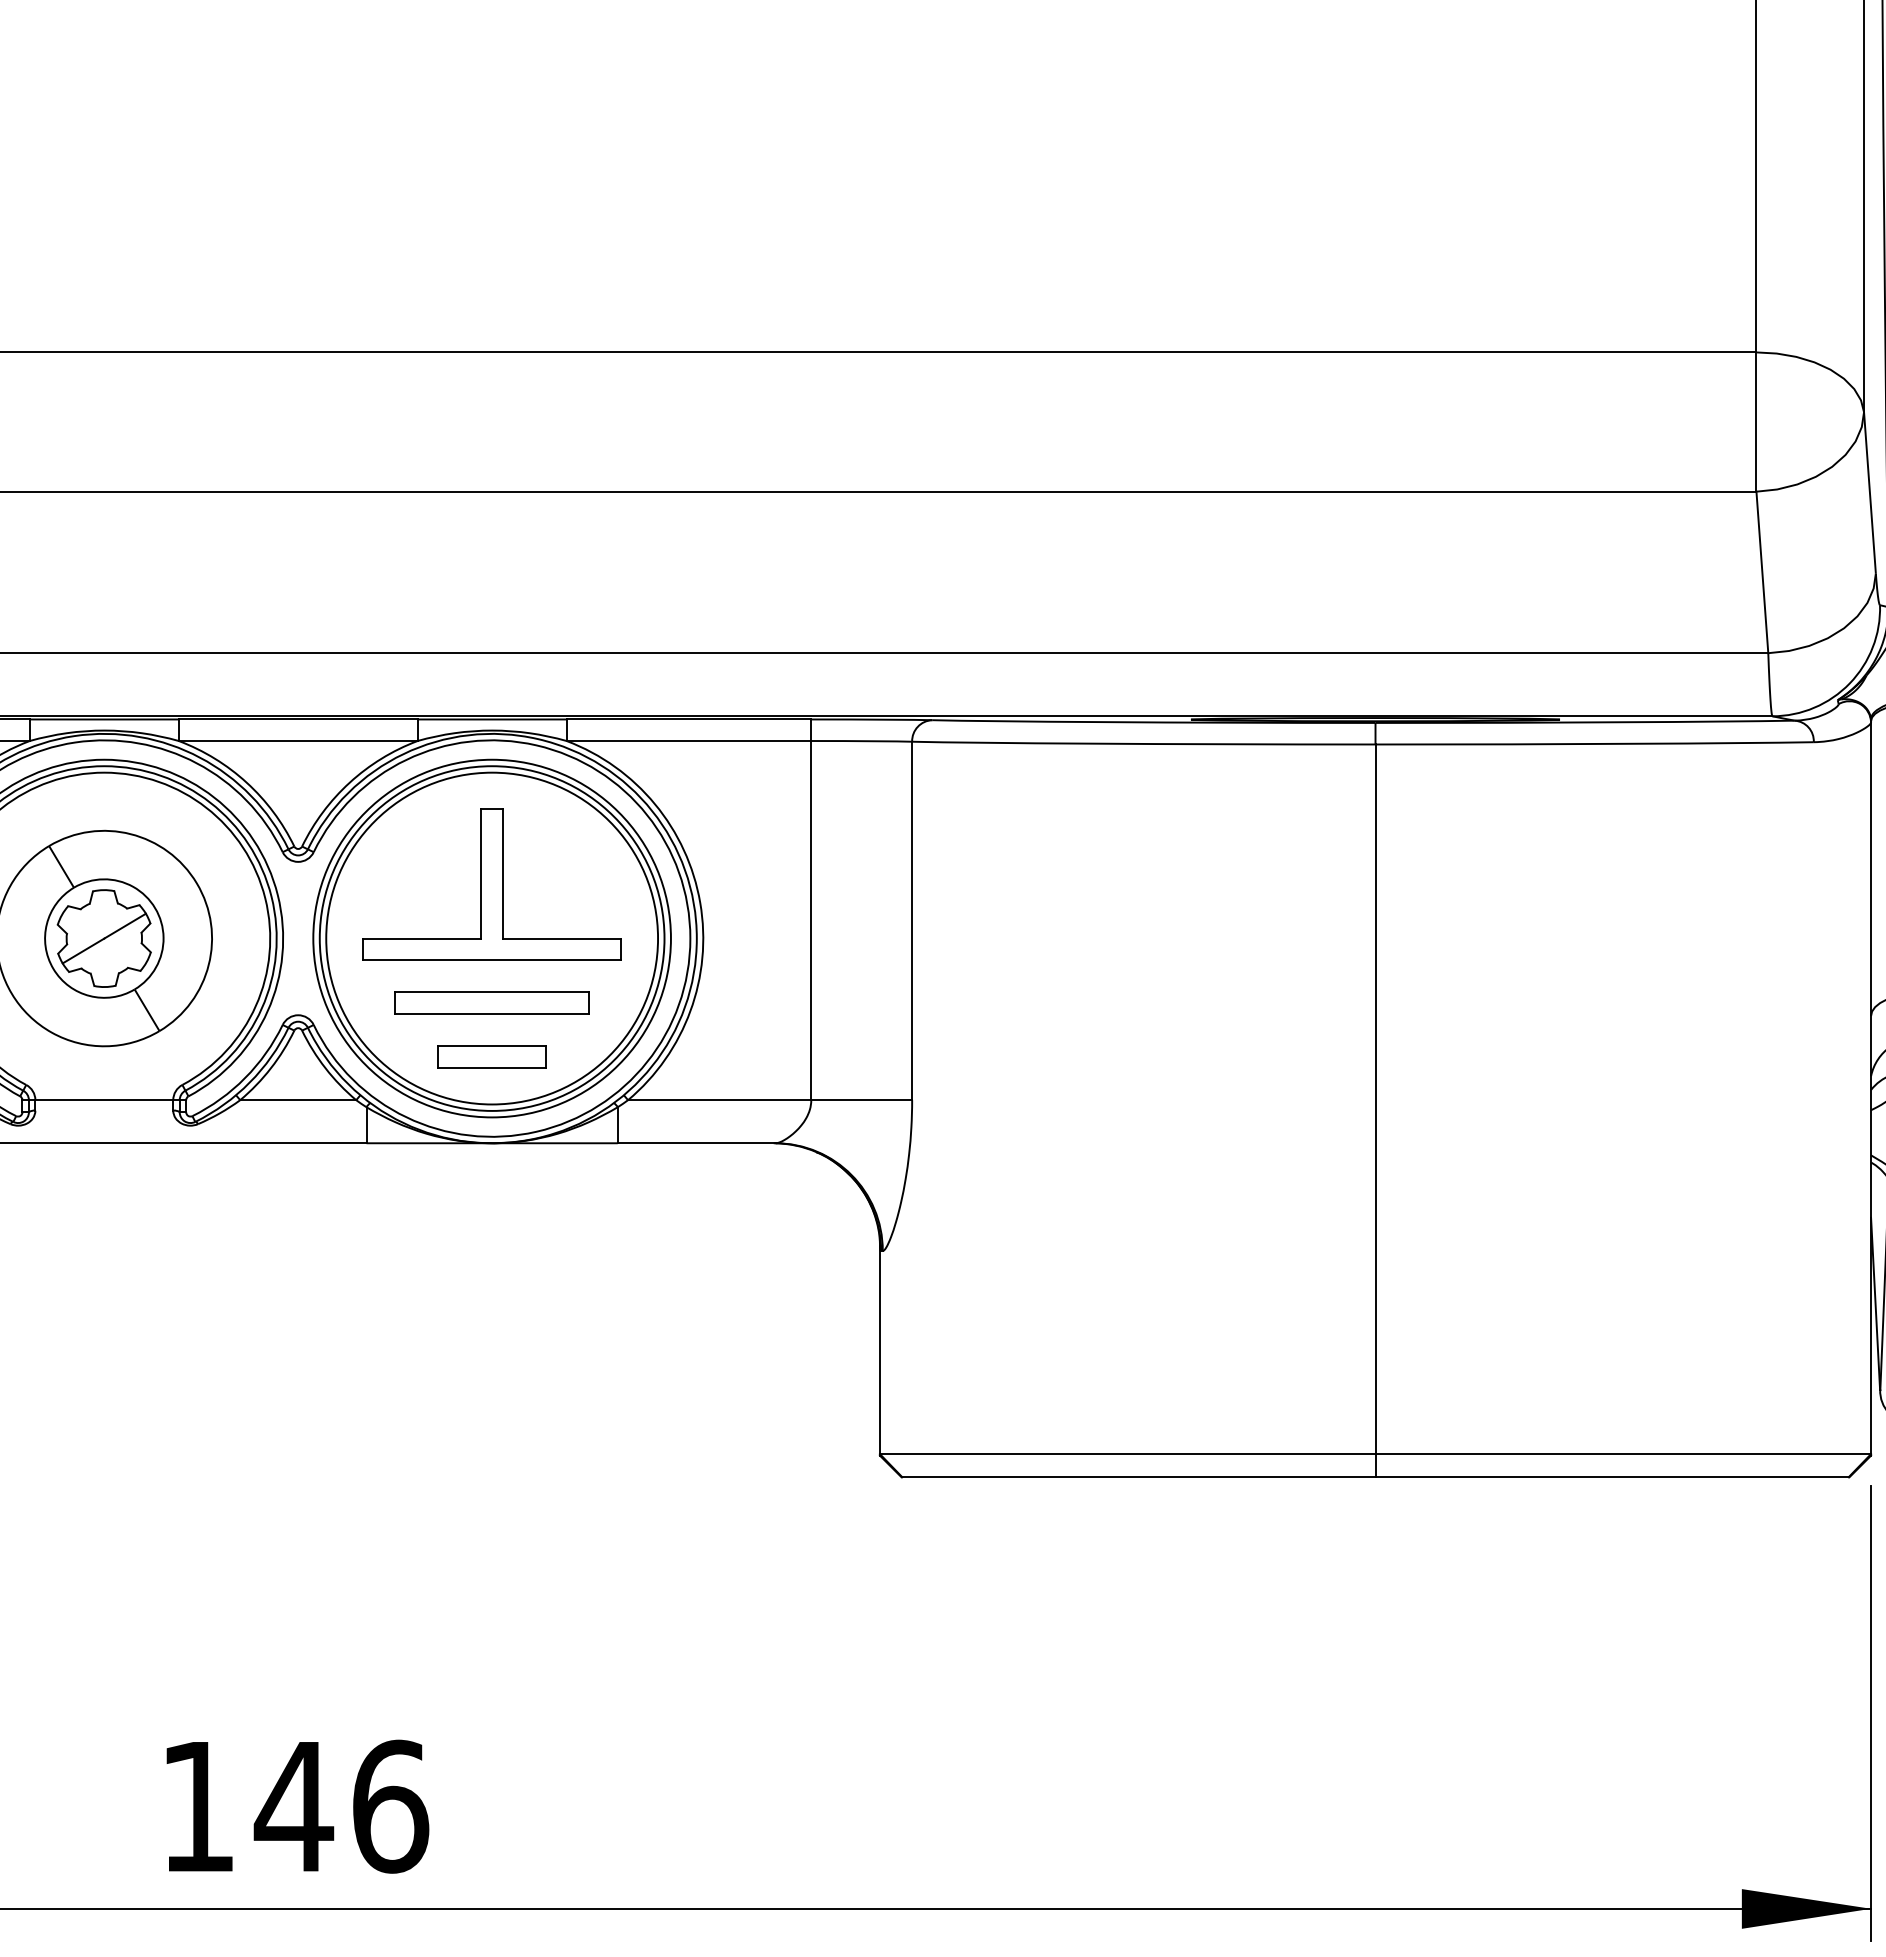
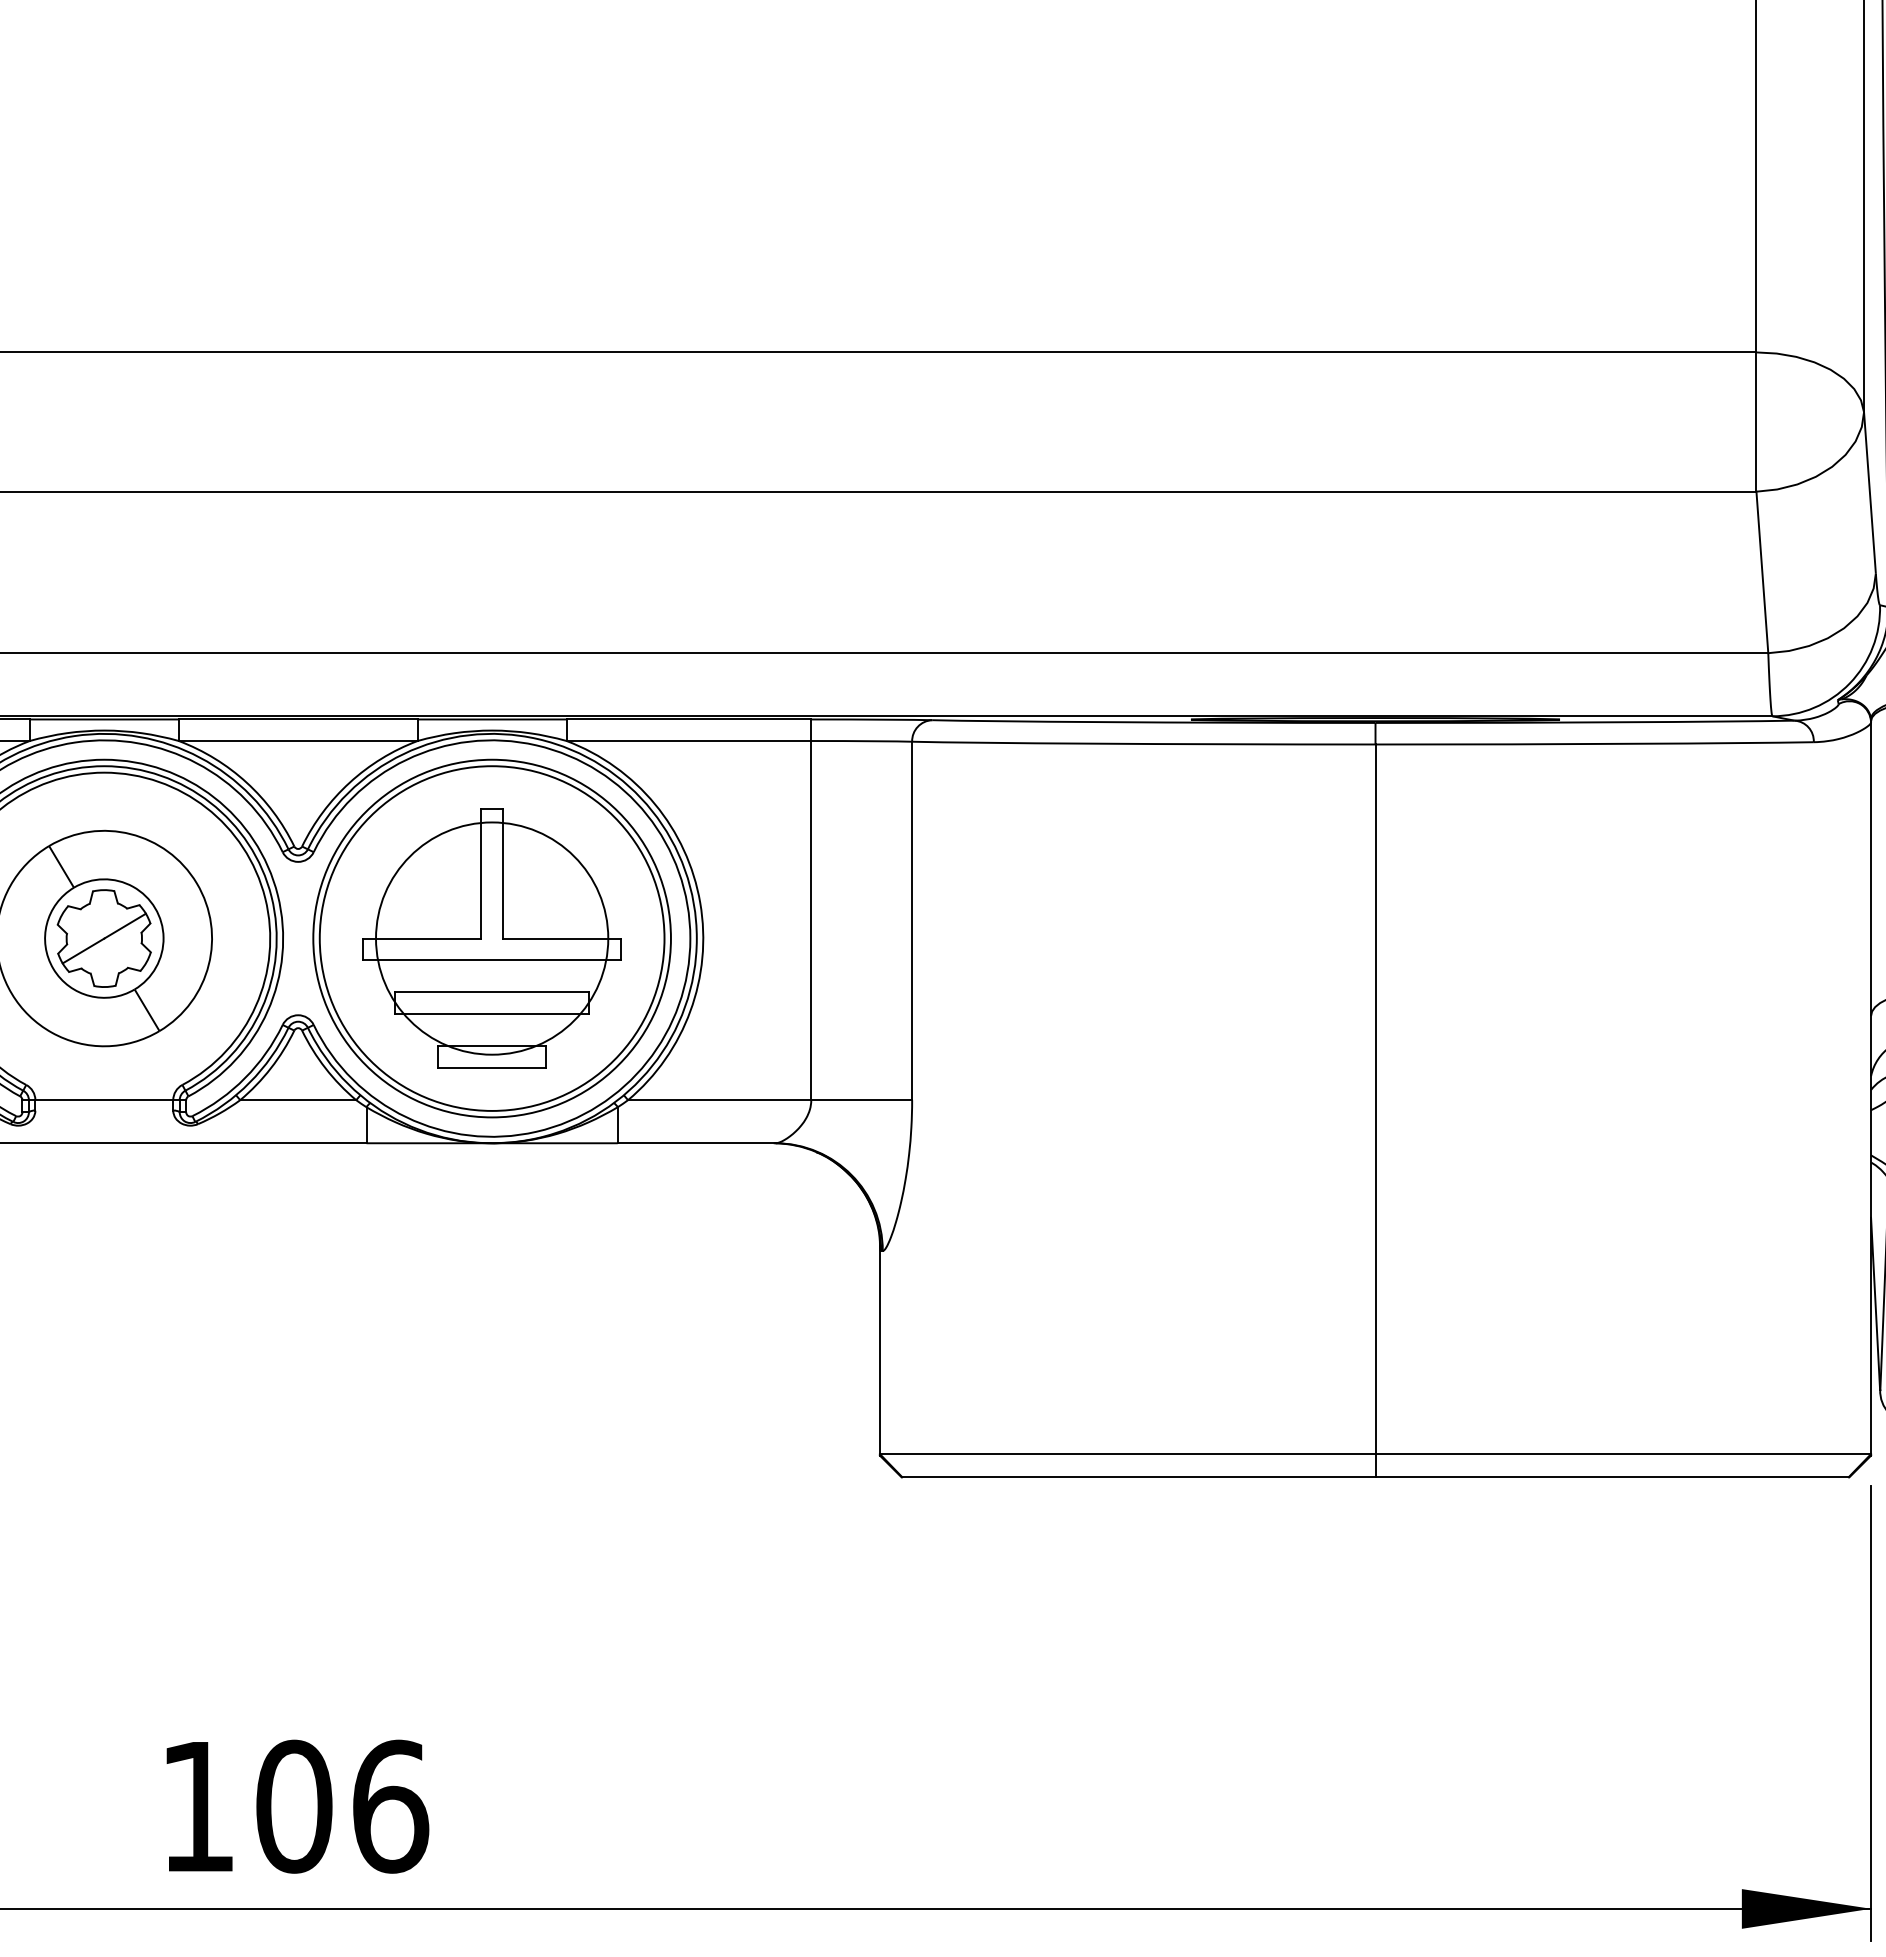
circle at (492, 938) diameter: 332 px -> 232 px
text at (293, 1806): 146 -> 106
